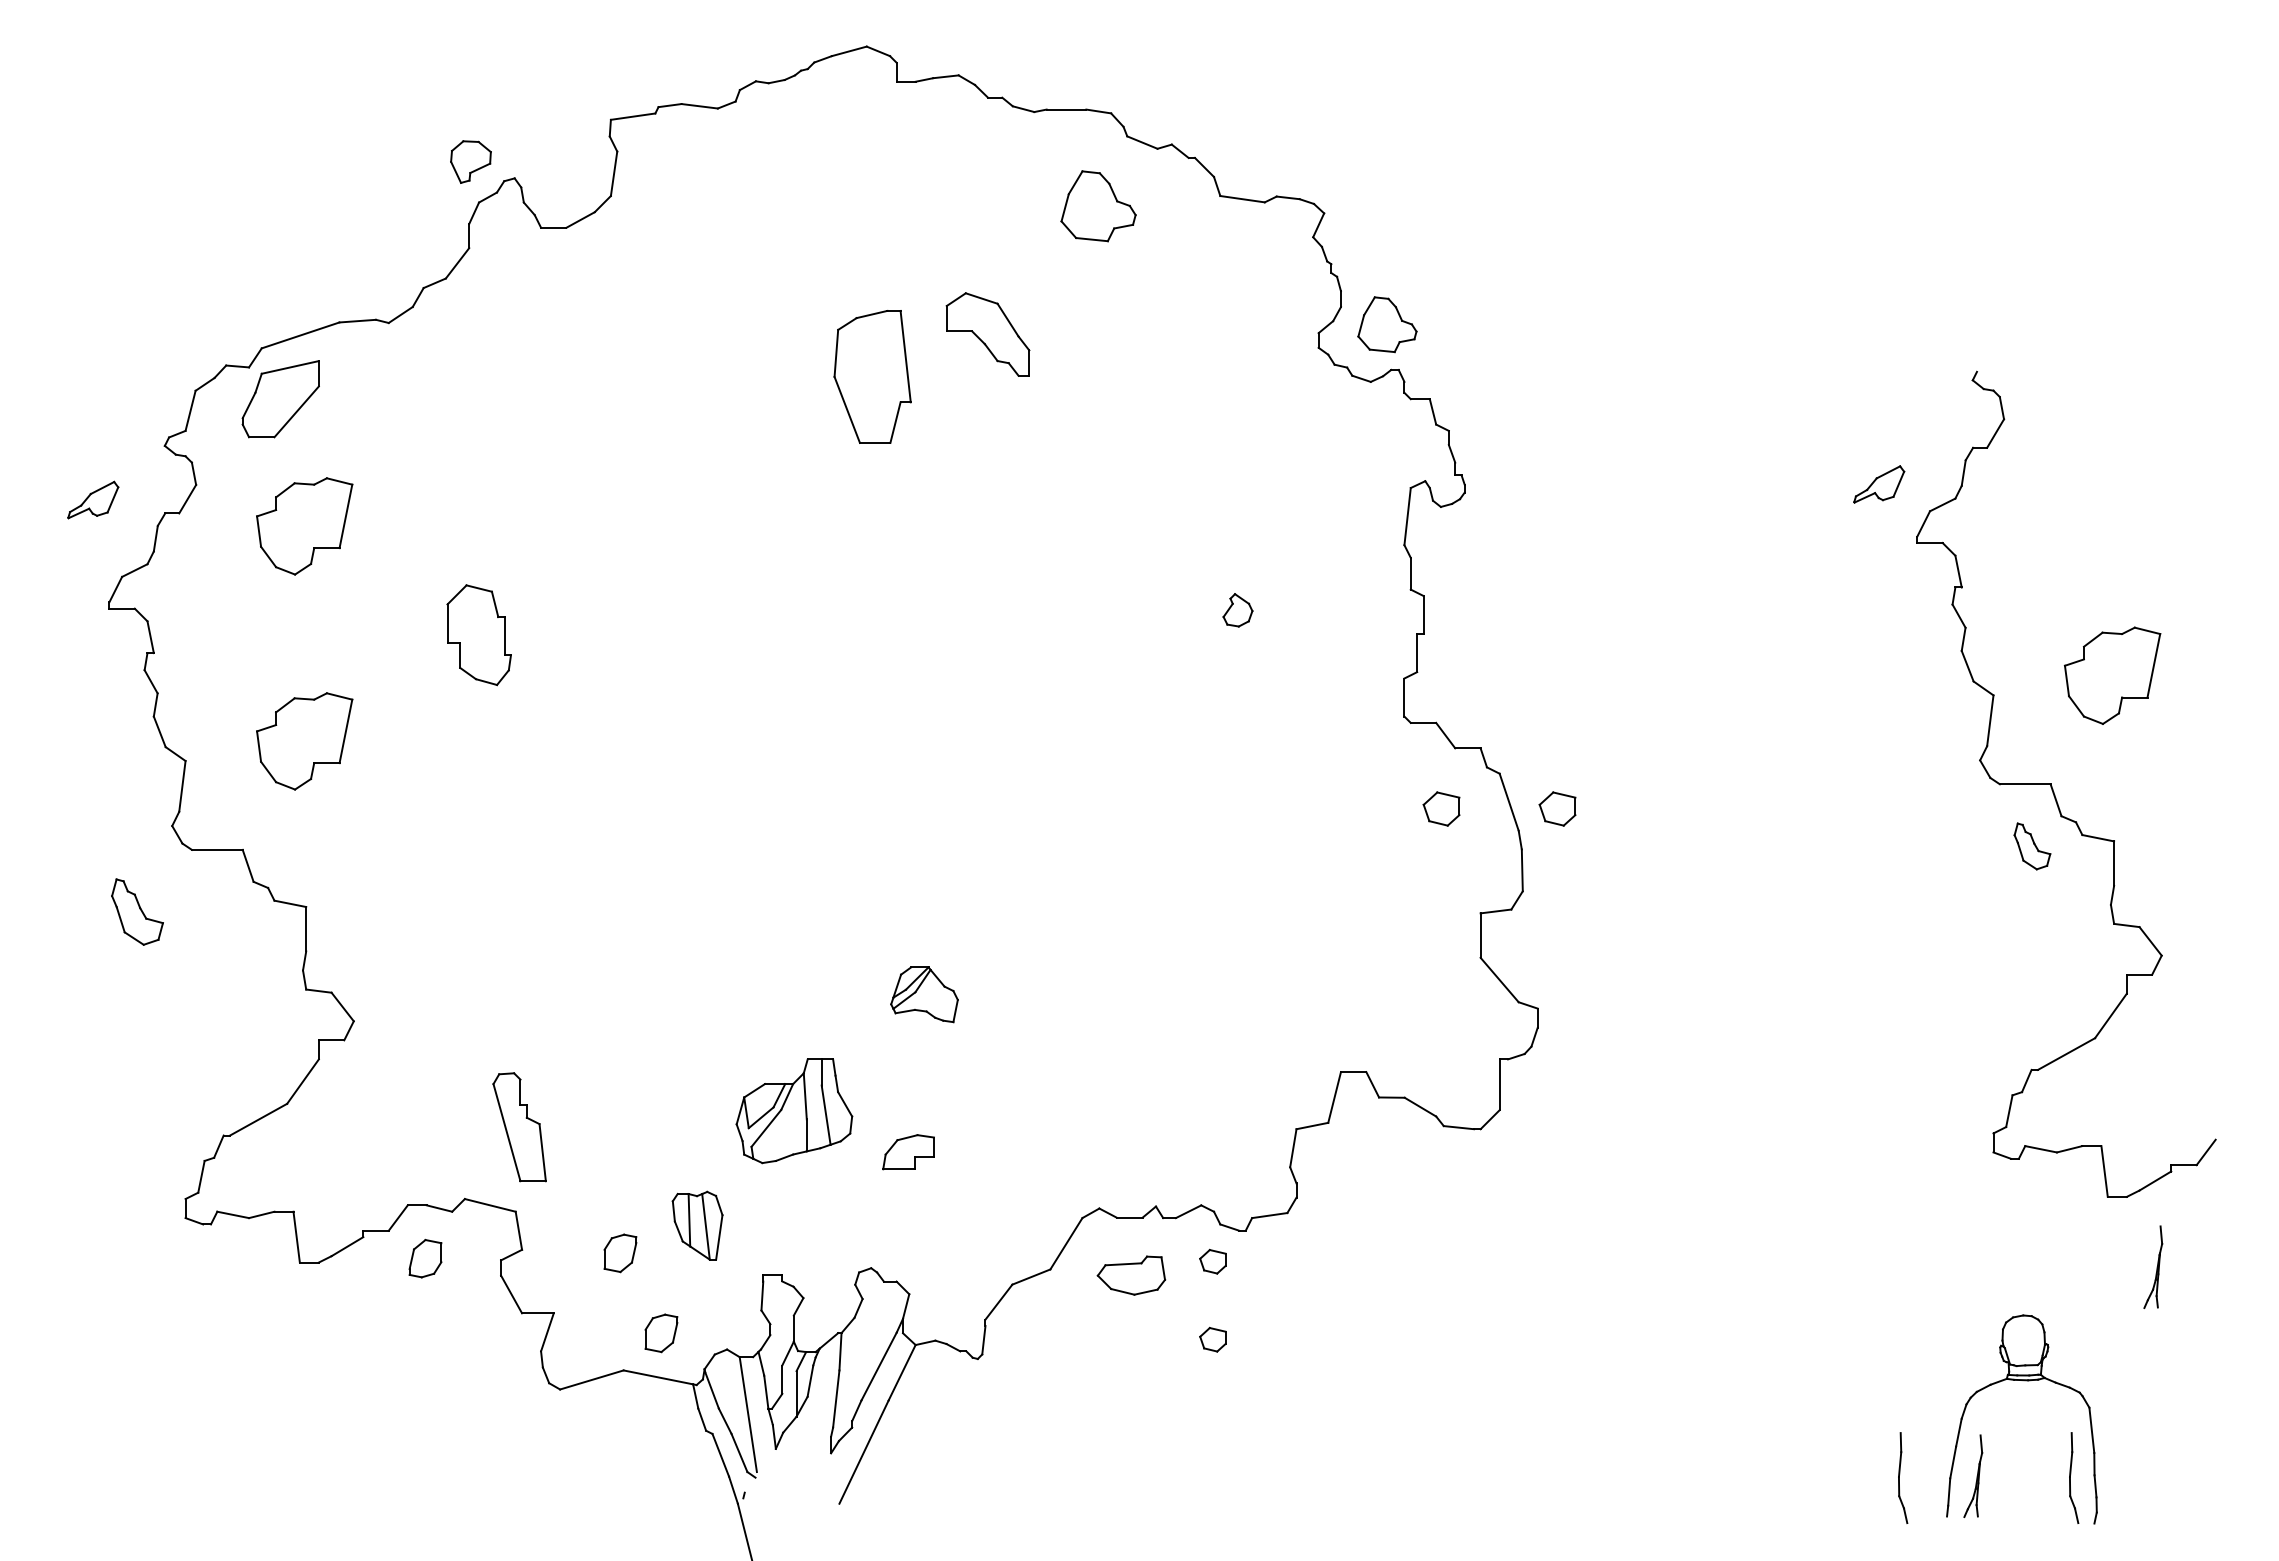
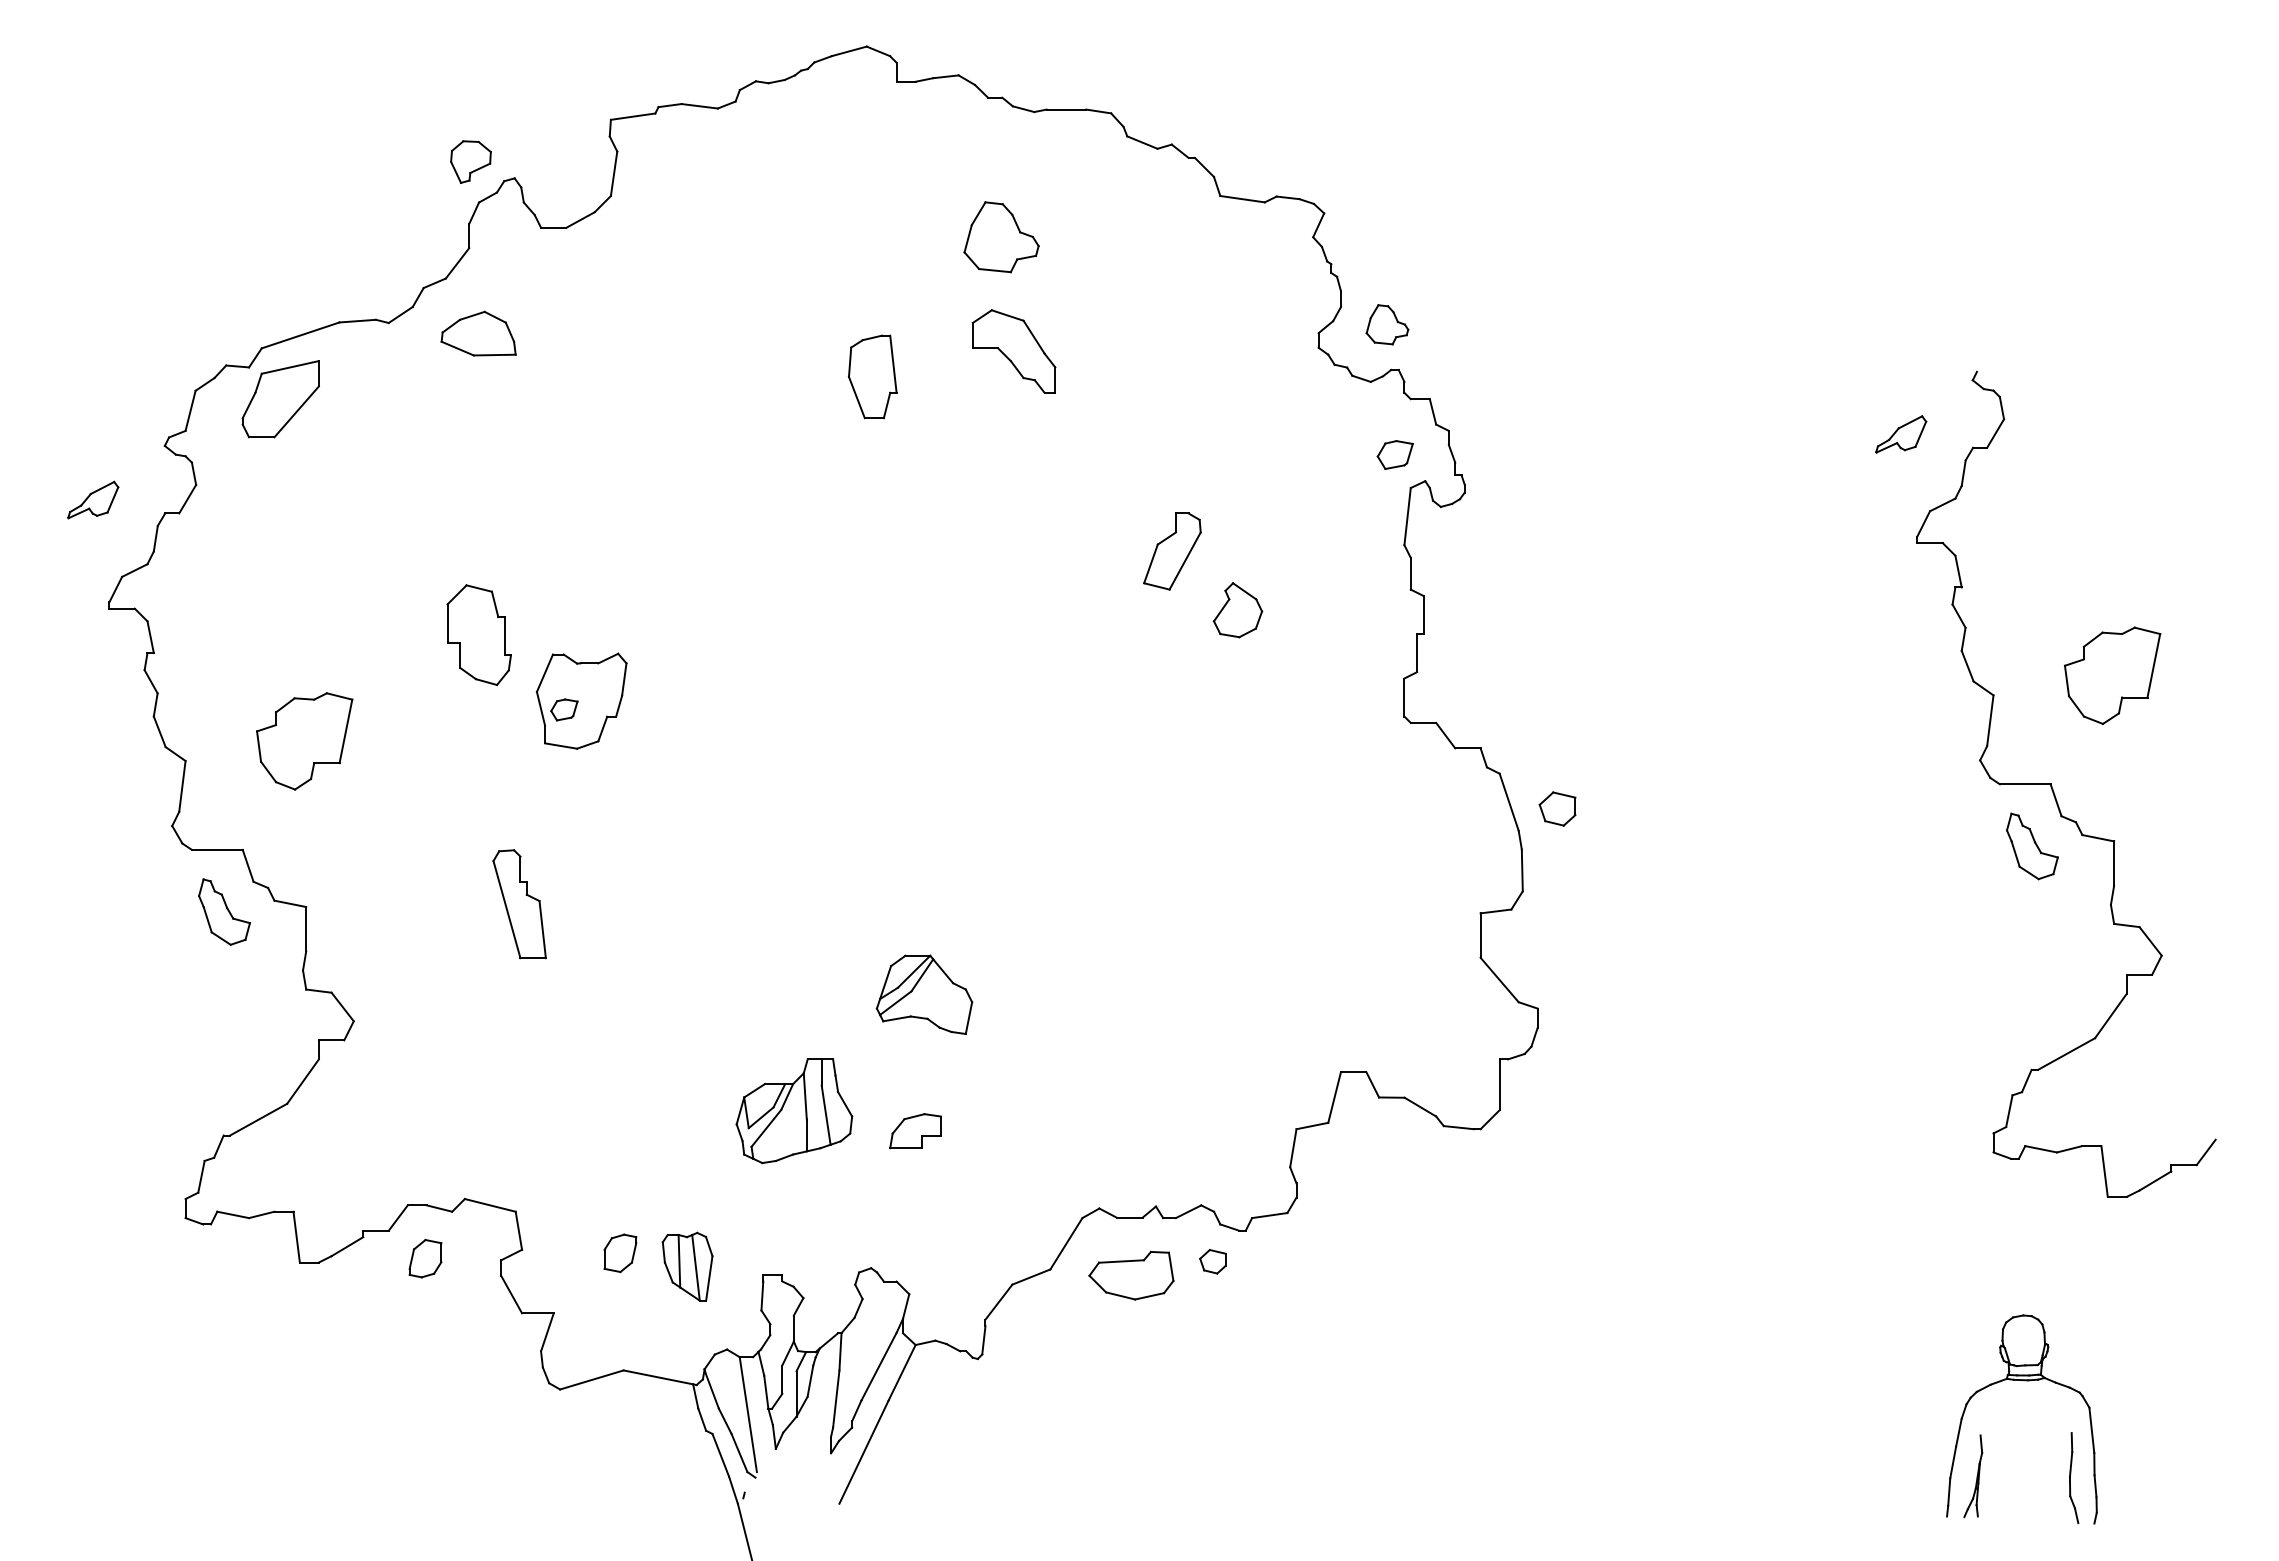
part at (1098, 206) position: (1098, 206) -> (1001, 237)
part at (1387, 324) size: 61x58 px -> 45x42 px
part at (478, 333): none -> present
part at (987, 334) position: (987, 334) -> (1013, 351)
part at (872, 376) size: 79x134 px -> 50x86 px
part at (1394, 455): none -> present
part at (1879, 484) position: (1879, 484) -> (1901, 434)
part at (304, 526): present -> none
part at (1172, 551): none -> present
part at (1237, 610) size: 32x35 px -> 52x57 px
part at (581, 700): none -> present
part at (1441, 808): present -> none
part at (2032, 846) size: 39x49 px -> 53x69 px
part at (137, 911) position: (137, 911) -> (224, 911)
part at (924, 994) size: 69x58 px -> 99x81 px
part at (519, 1127) position: (519, 1127) -> (519, 904)
part at (908, 1152) position: (908, 1152) -> (915, 1131)
part at (697, 1225) position: (697, 1225) -> (687, 1266)
part at (2153, 1266): present -> none
part at (1131, 1275) size: 71x41 px -> 87x51 px
part at (661, 1333): present -> none
part at (1212, 1339): present -> none
part at (1903, 1477): present -> none
